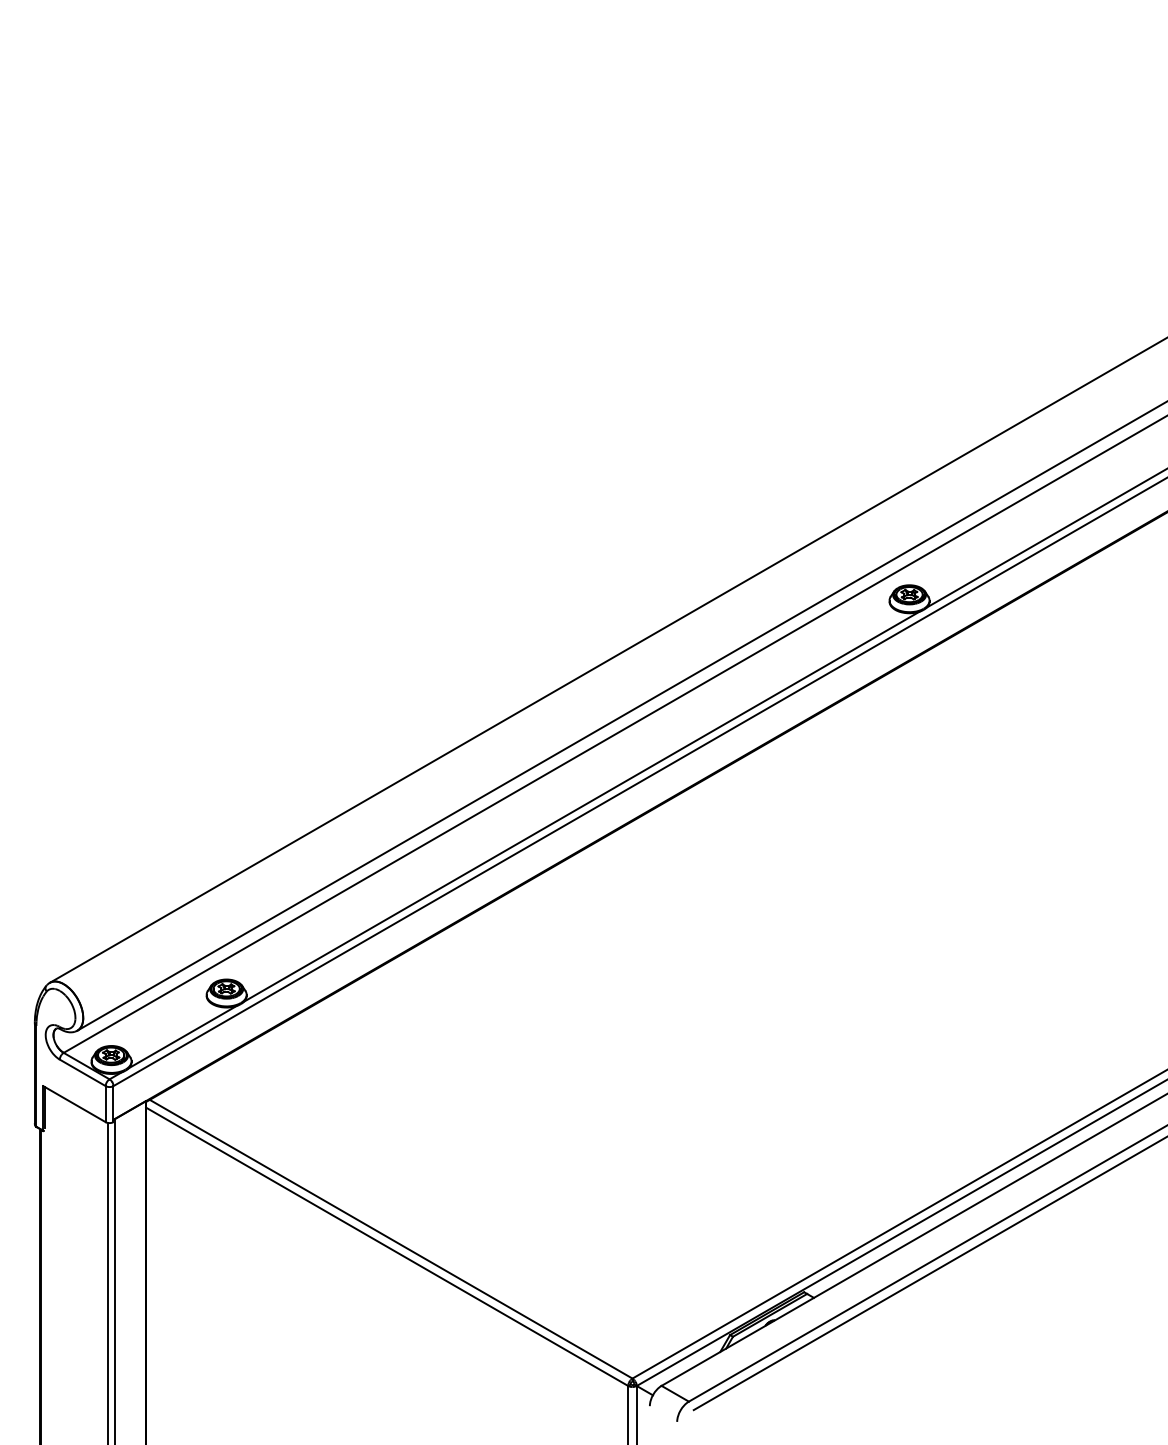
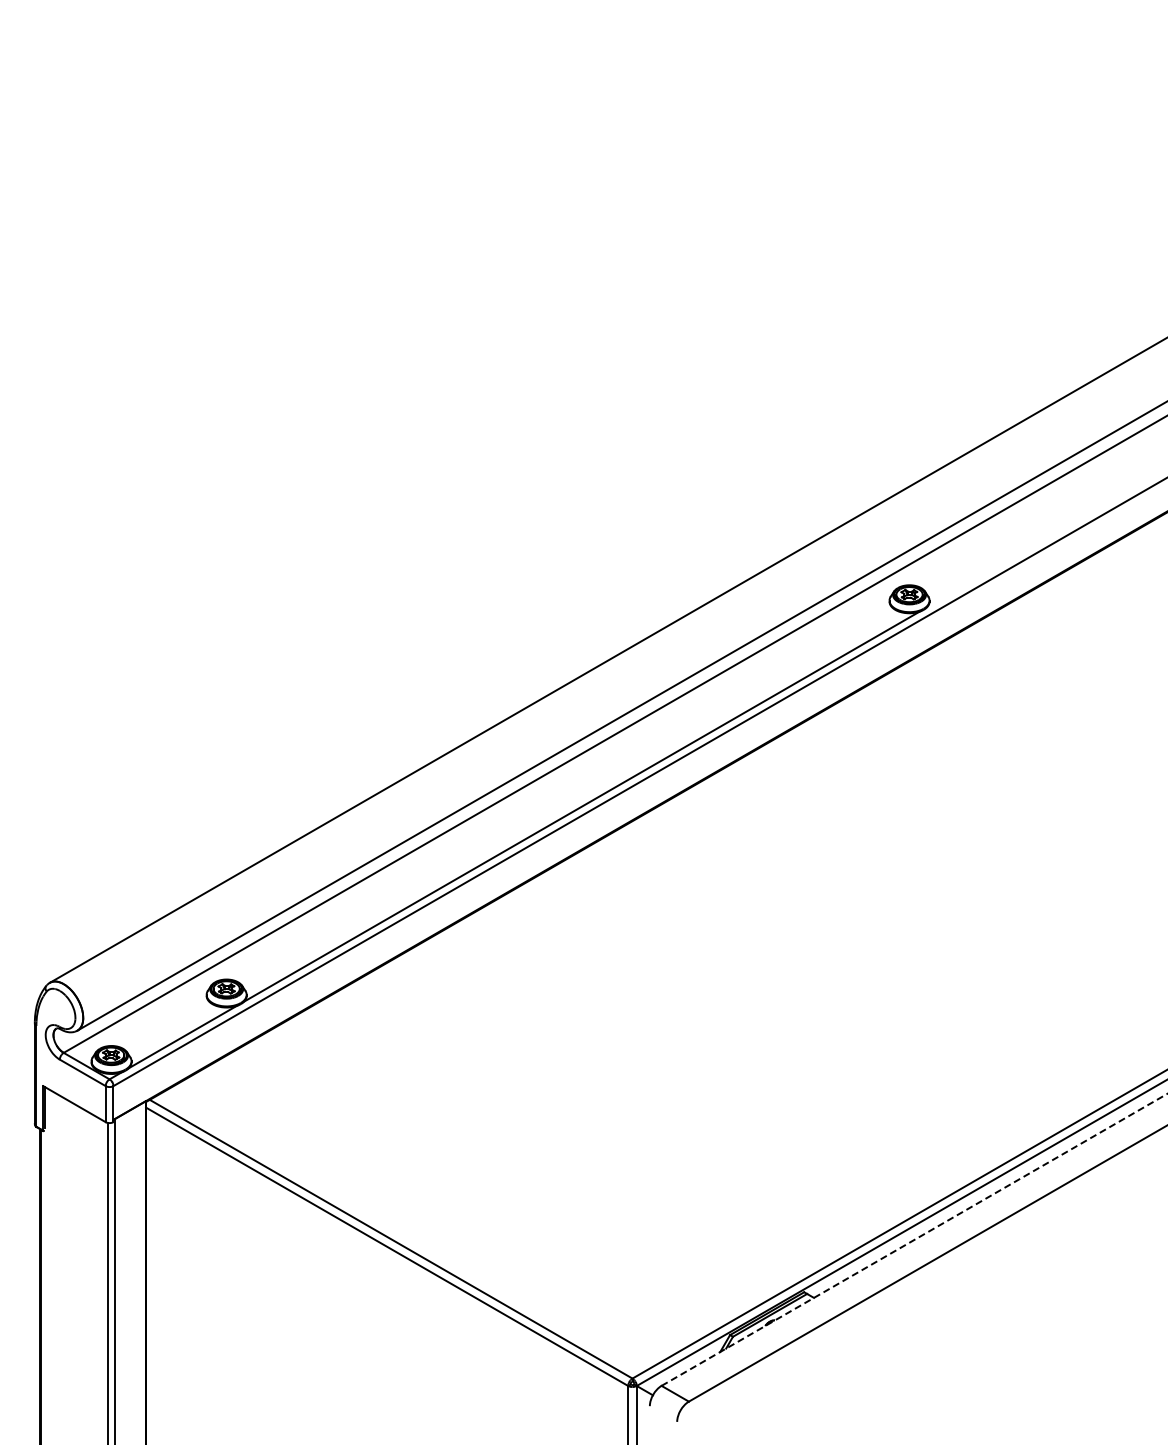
line at (1045, 538): present -> none
line at (914, 1239): solid -> dashed
line at (928, 1274): present -> none
